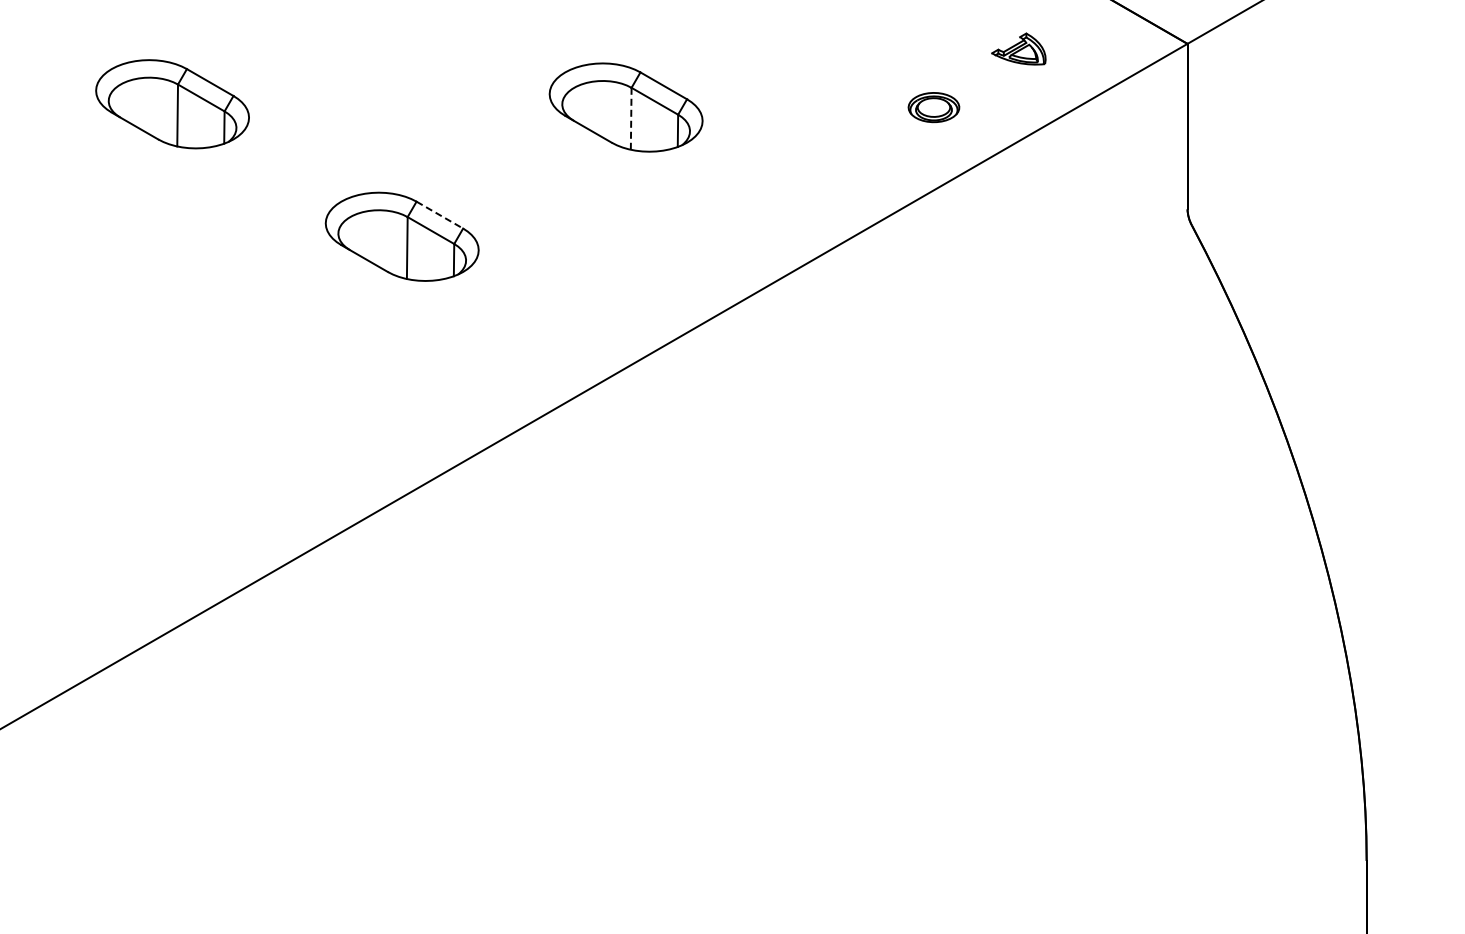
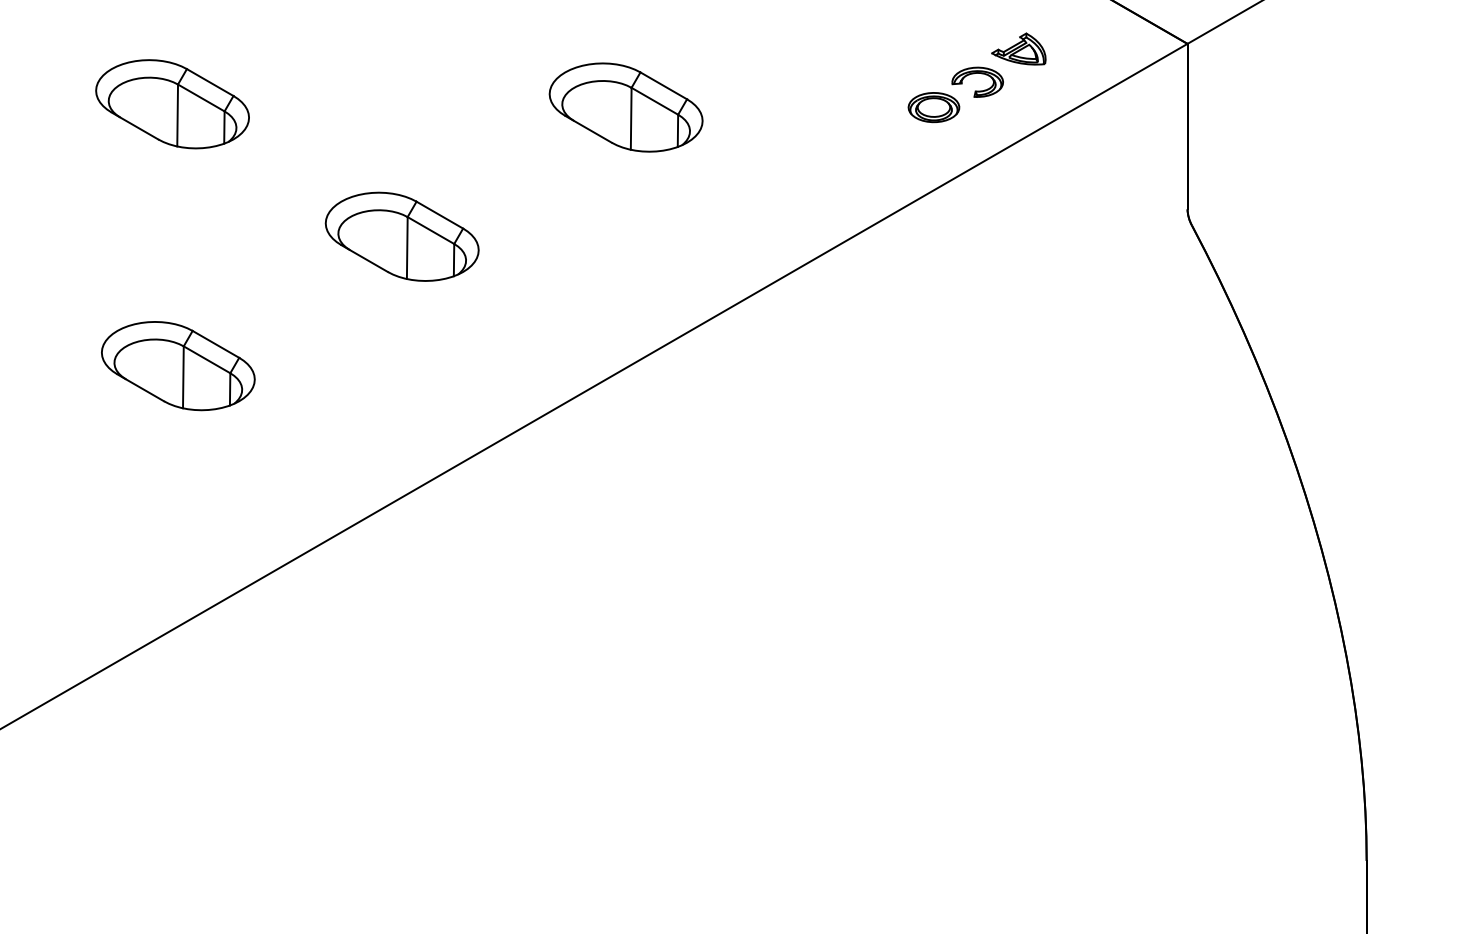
part at (974, 74): none -> present
line at (631, 118): dashed -> solid
line at (439, 215): dashed -> solid
part at (178, 366): none -> present
